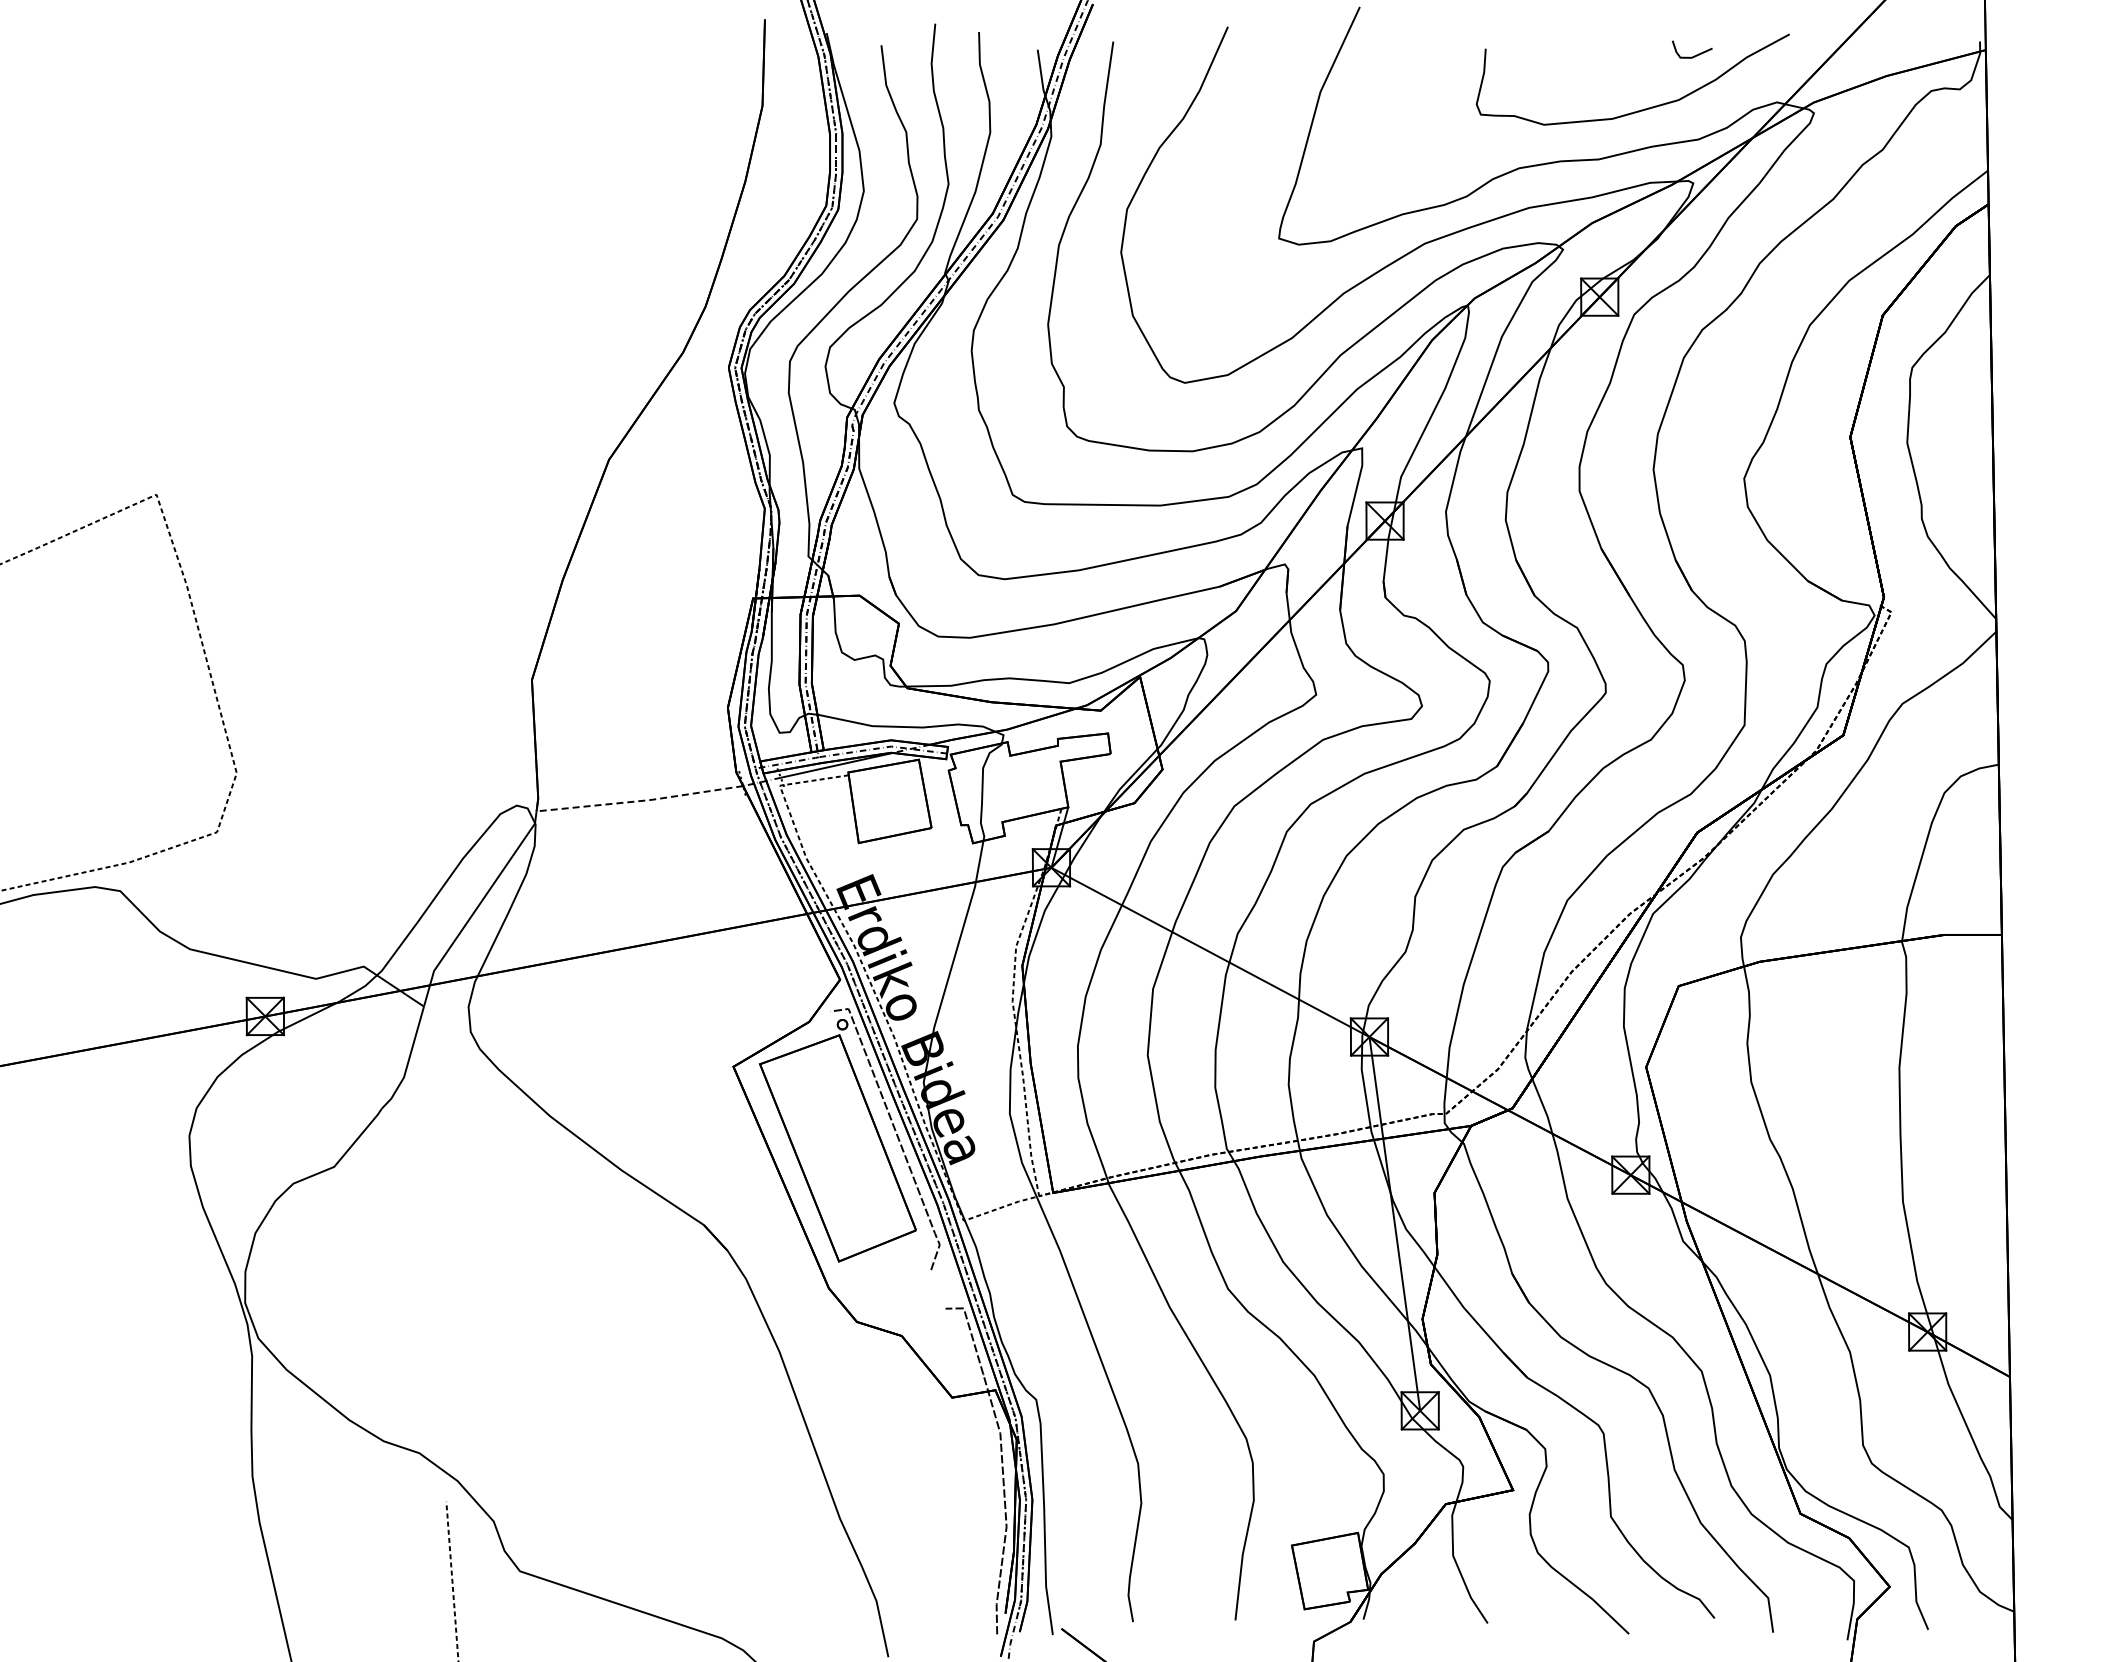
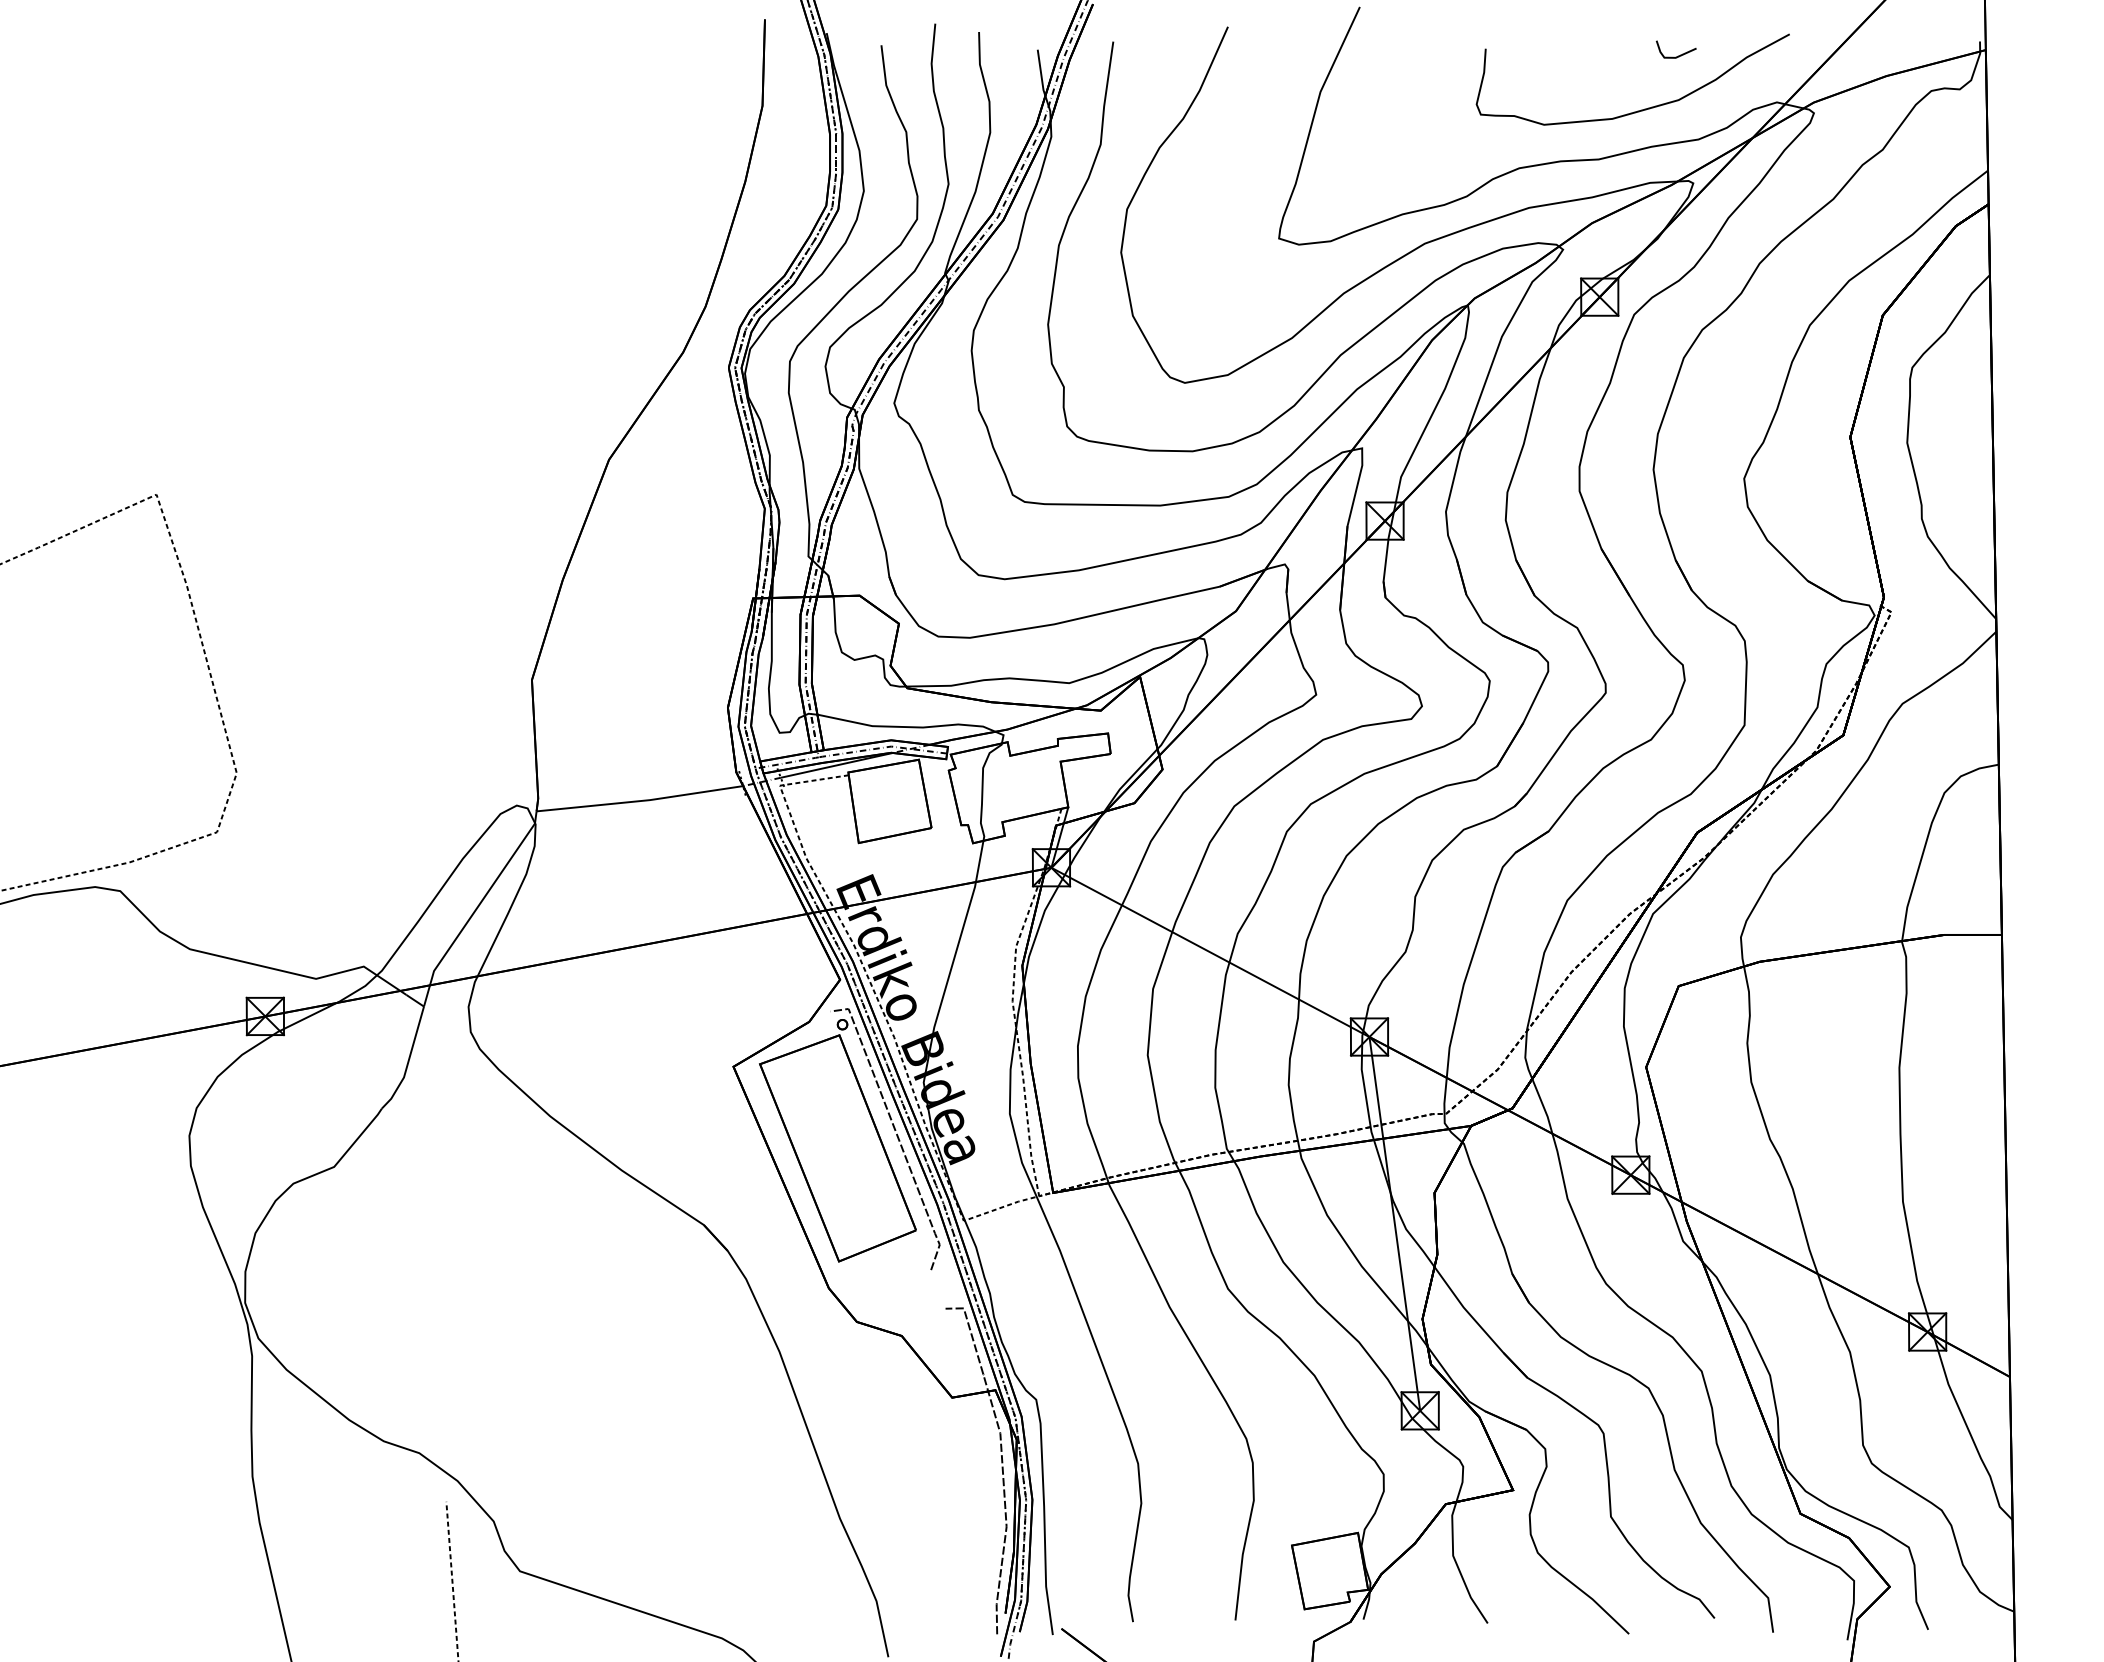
line at (1694, 55) position: (1694, 55) -> (1678, 55)
line at (640, 801): dashed -> solid
